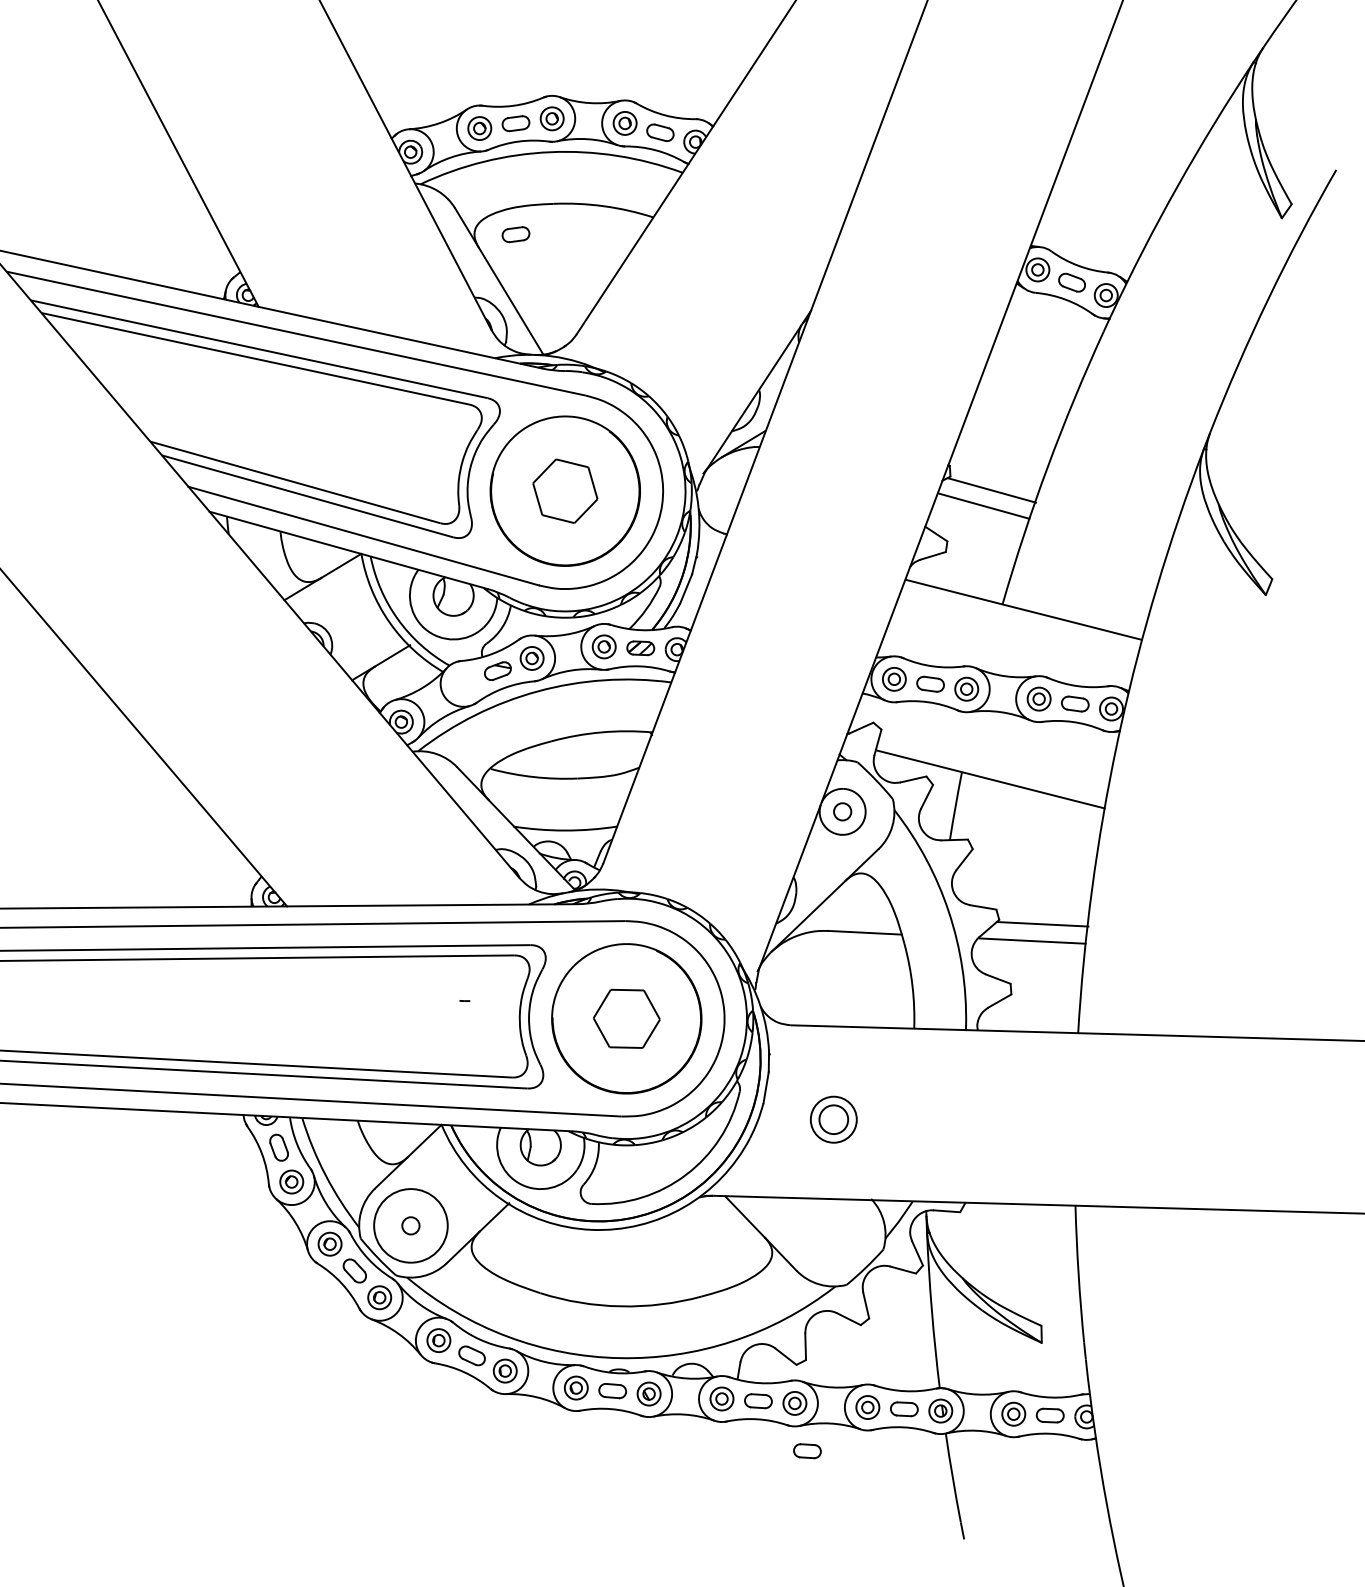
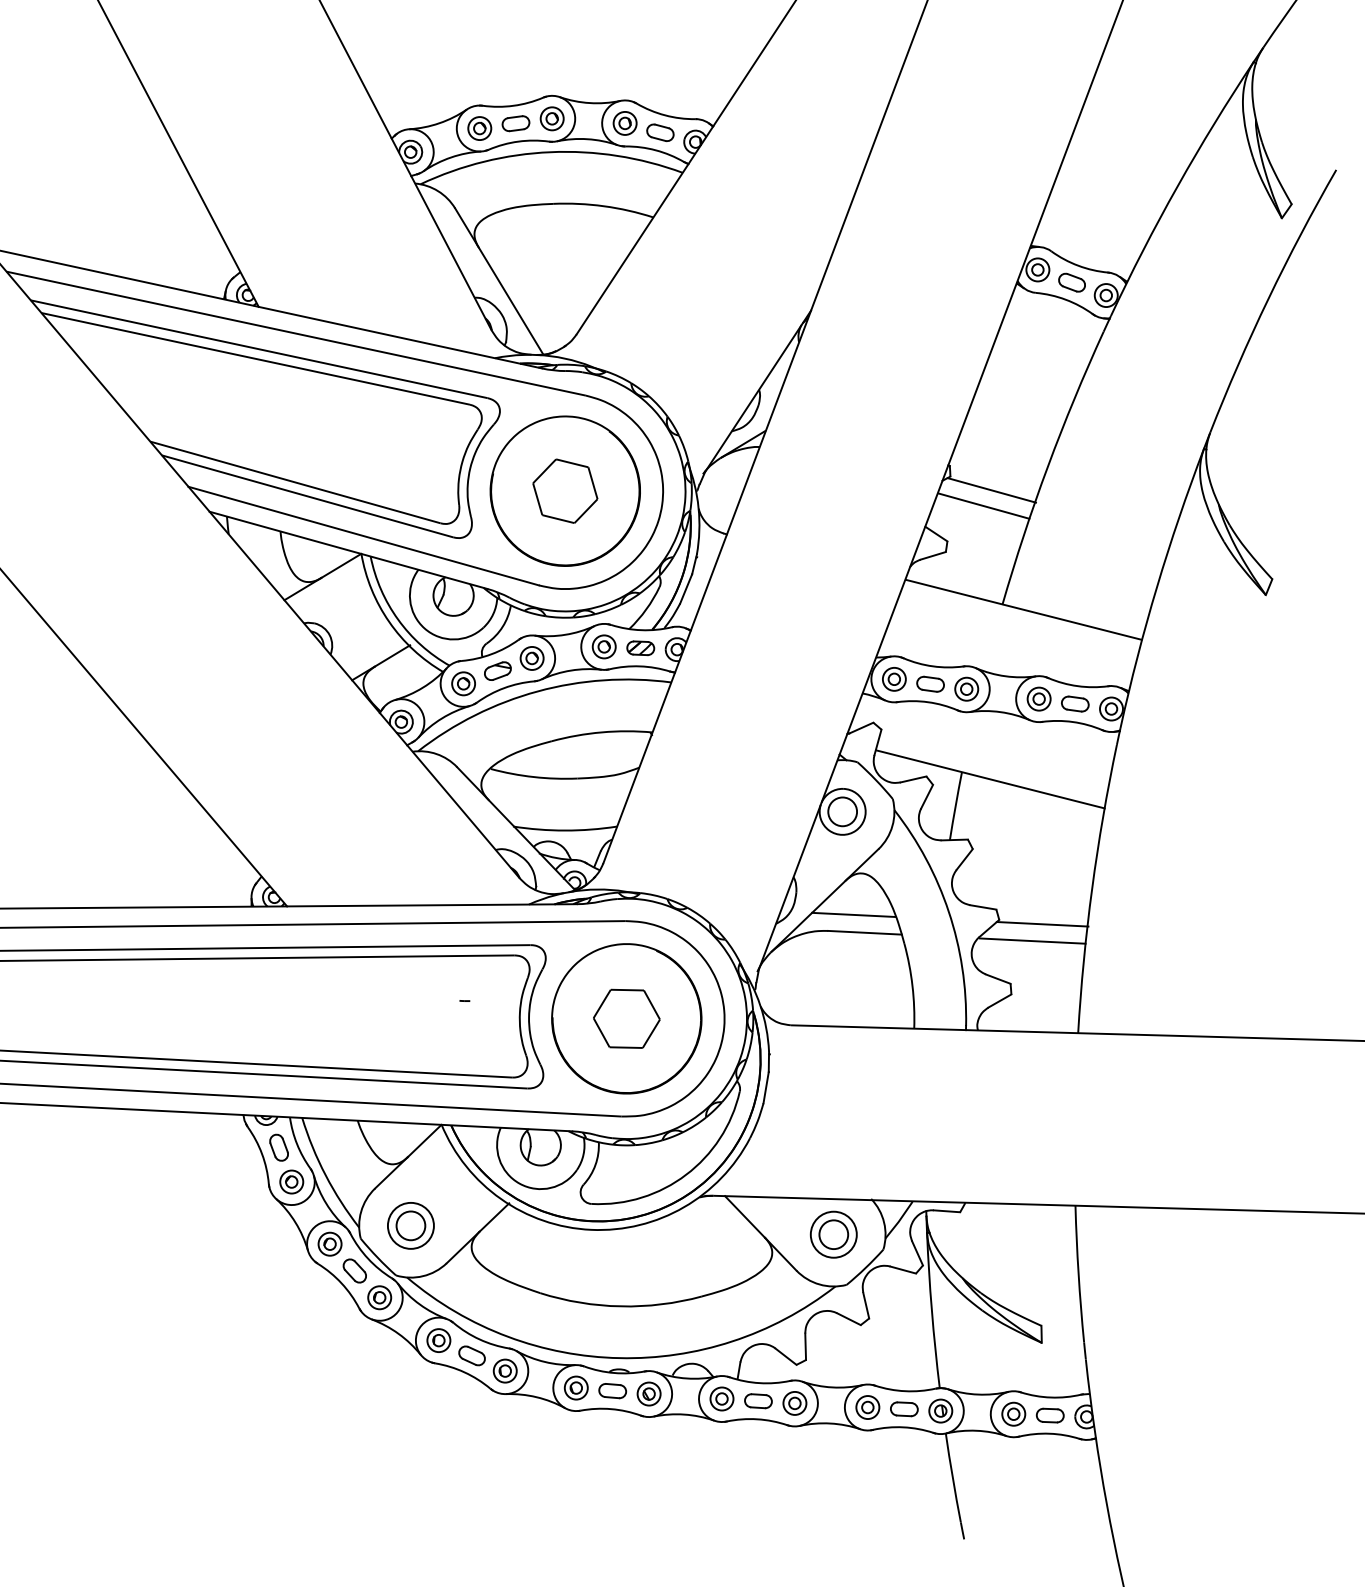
part at (515, 234): present -> none
part at (463, 683): none -> present
circle at (842, 811) diameter: 17 px -> 29 px
line at (853, 914): none -> present
part at (833, 1119) position: (833, 1119) -> (833, 1234)
circle at (410, 1225) diameter: 17 px -> 29 px
circle at (410, 1225) diameter: 74 px -> 46 px
part at (807, 1451): present -> none
